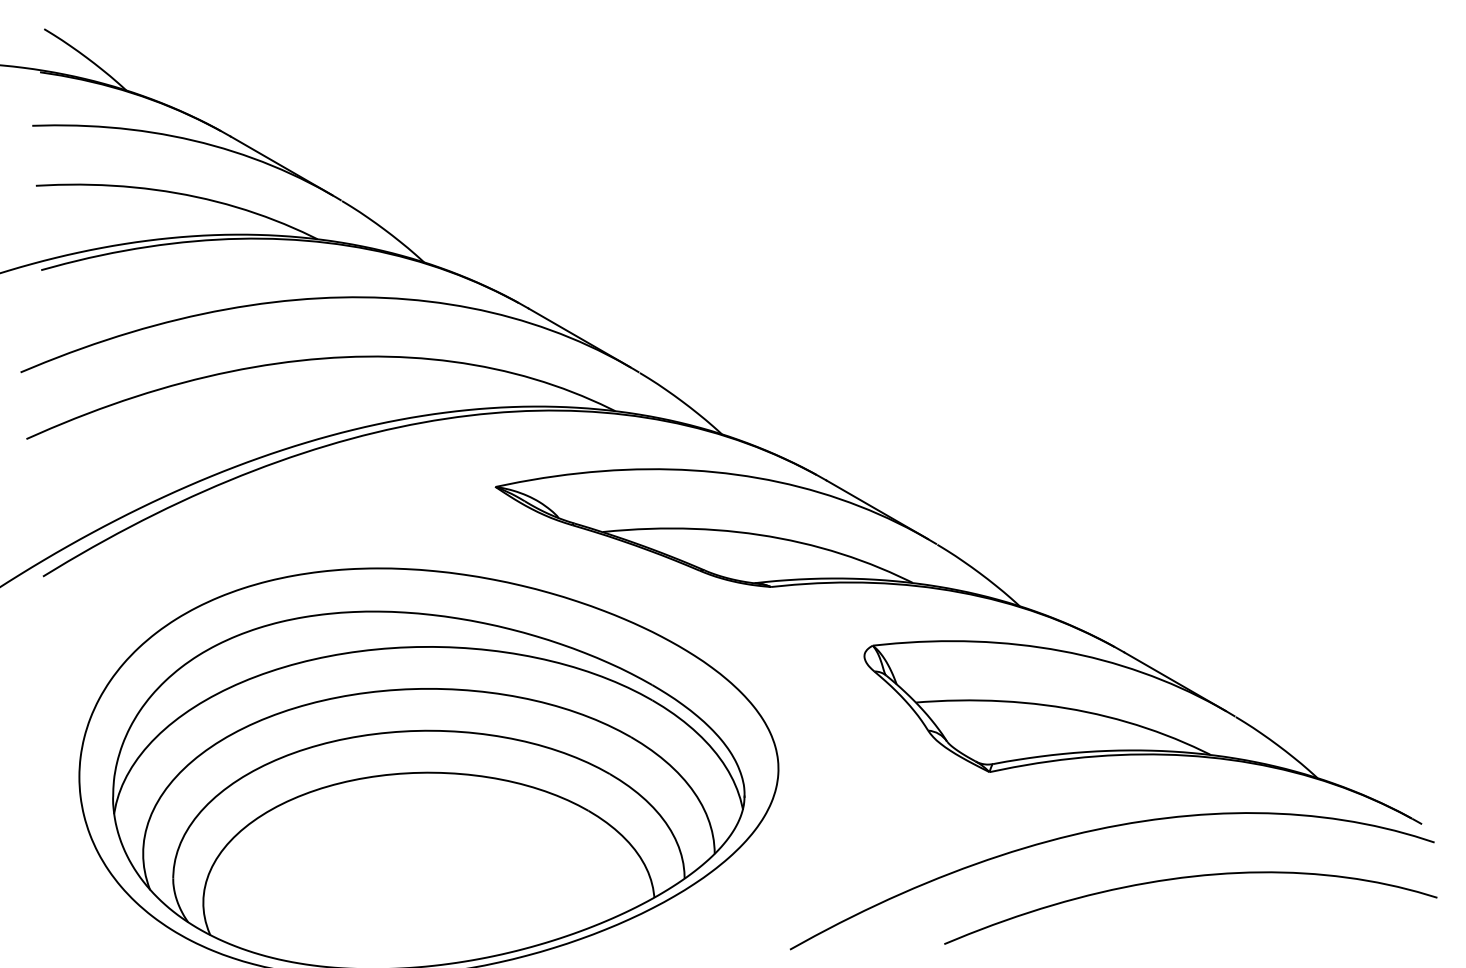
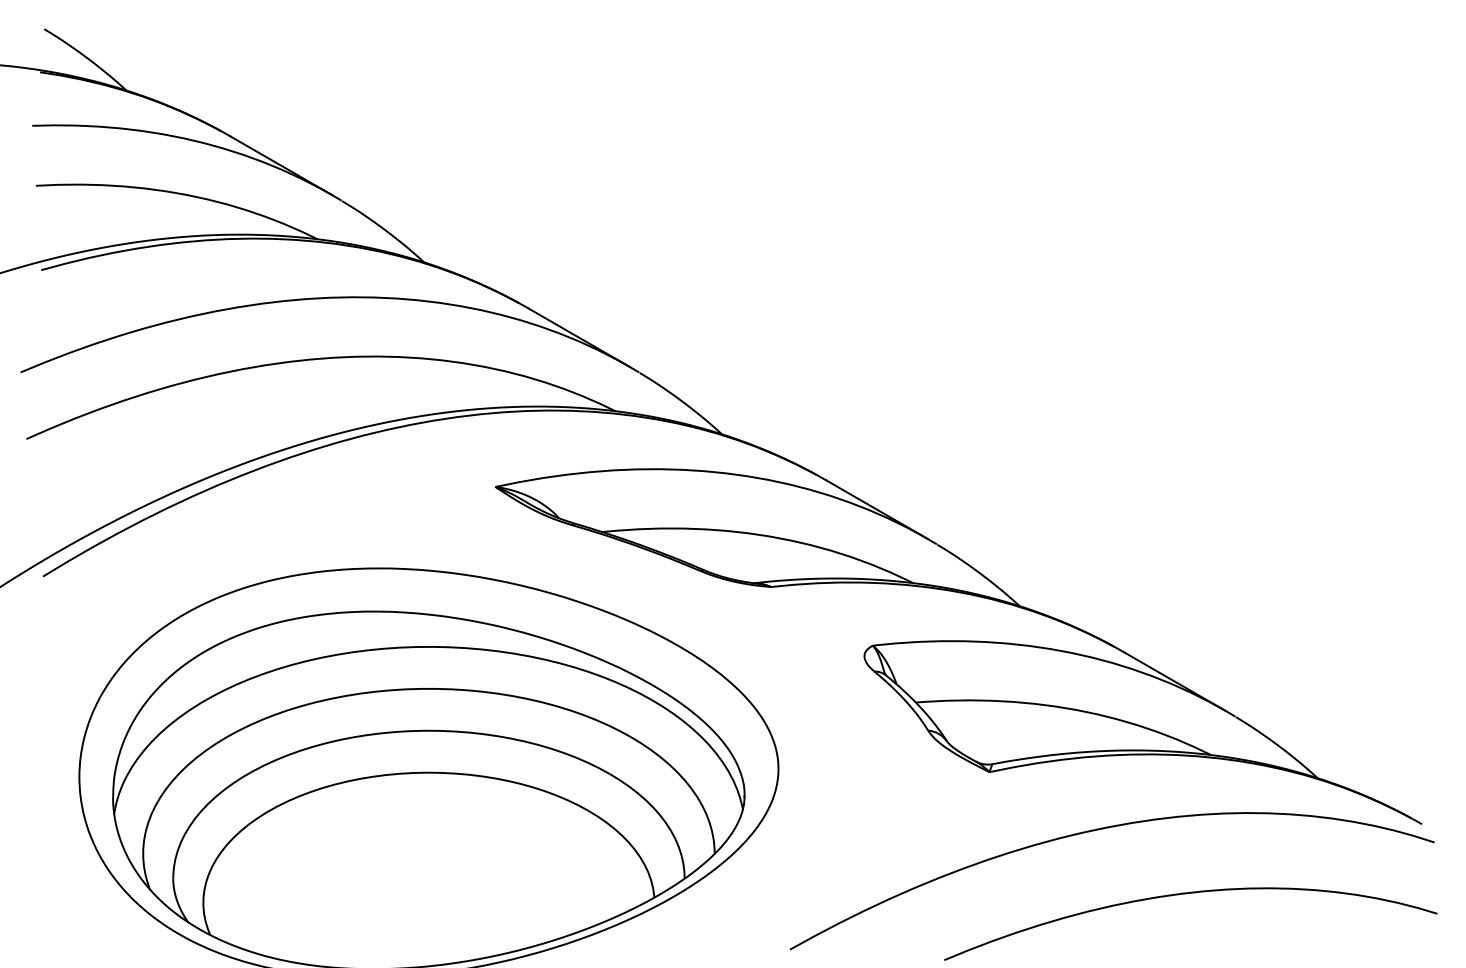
curve at (1186, 878) position: (1186, 878) -> (1186, 894)
